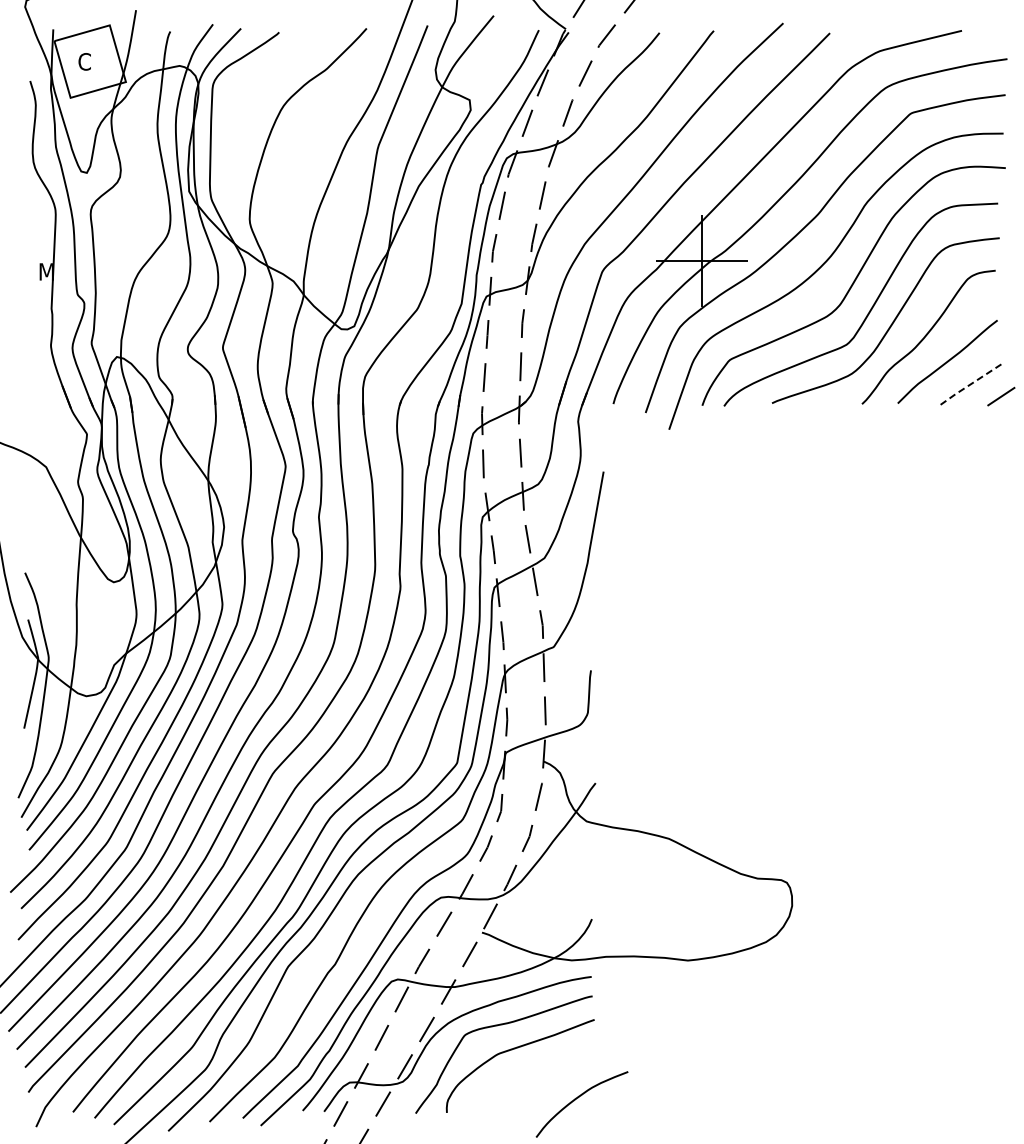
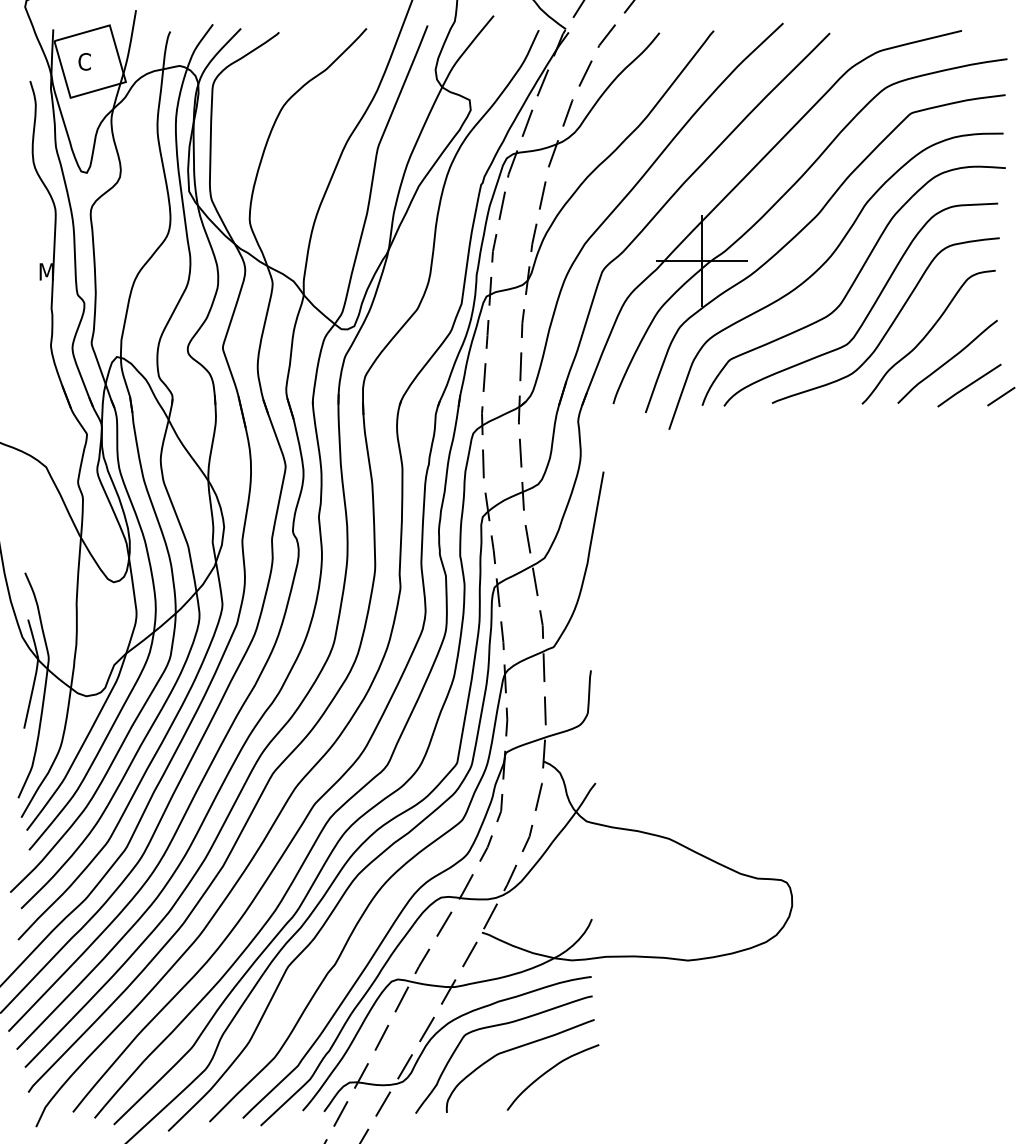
line at (968, 385): dashed -> solid
curve at (578, 1098) position: (578, 1098) -> (549, 1071)
